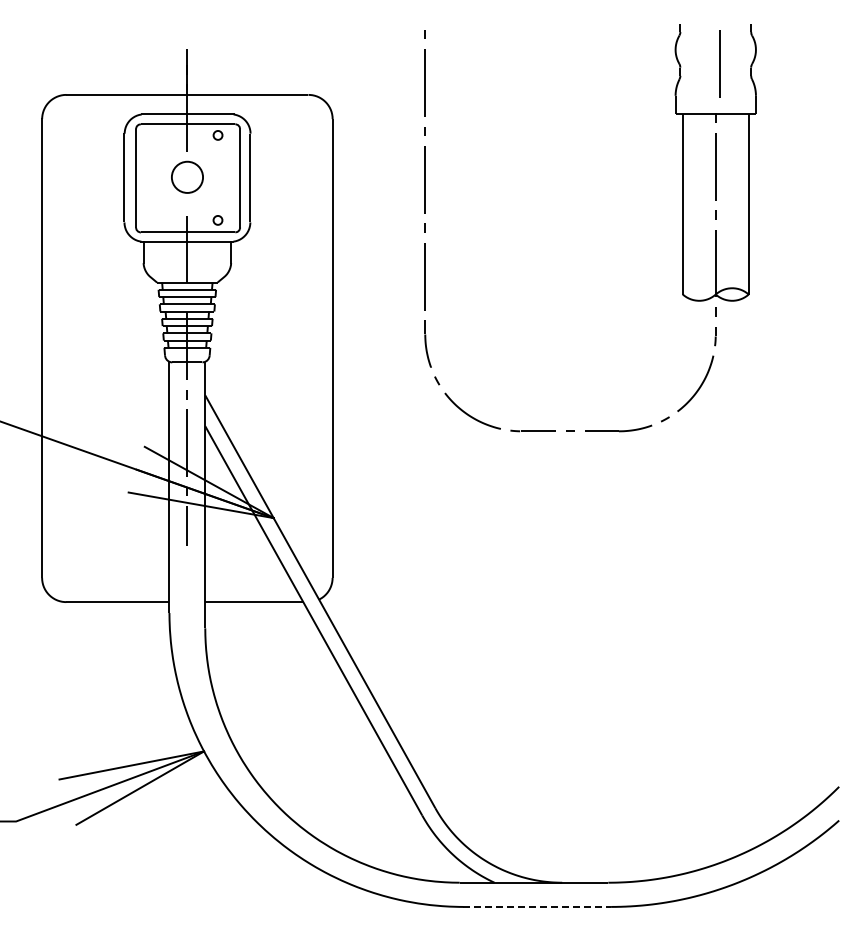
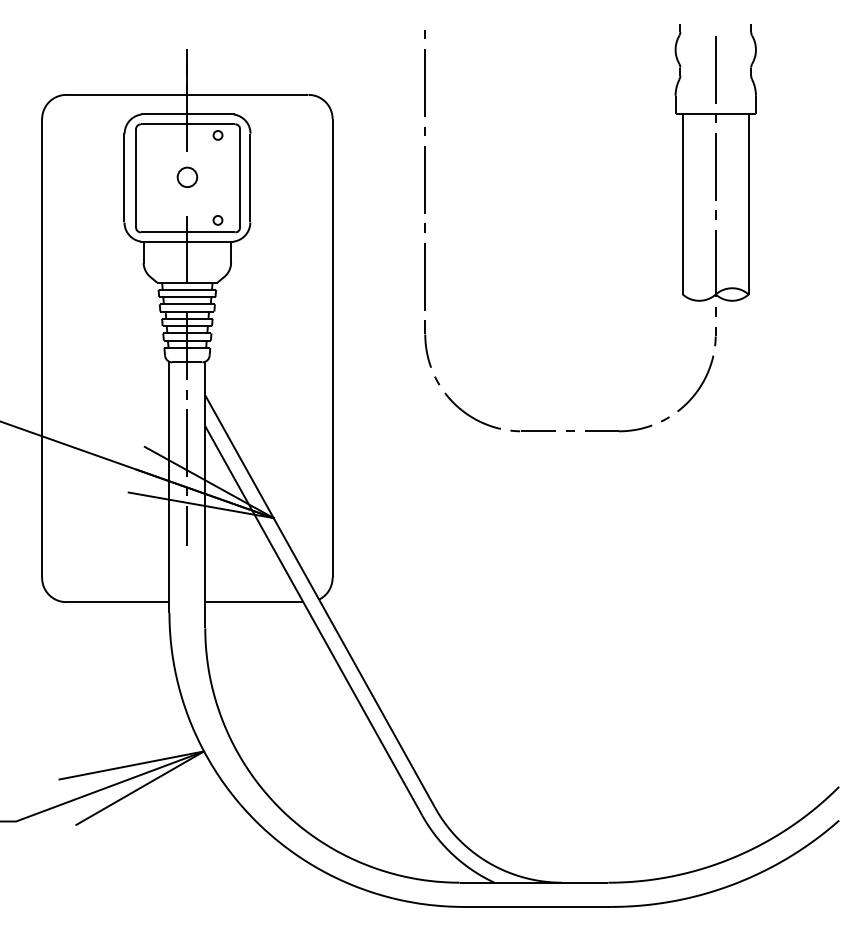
line at (719, 63) position: (719, 63) -> (715, 69)
circle at (187, 176) diameter: 31 px -> 19 px
line at (537, 906): dashed -> solid
